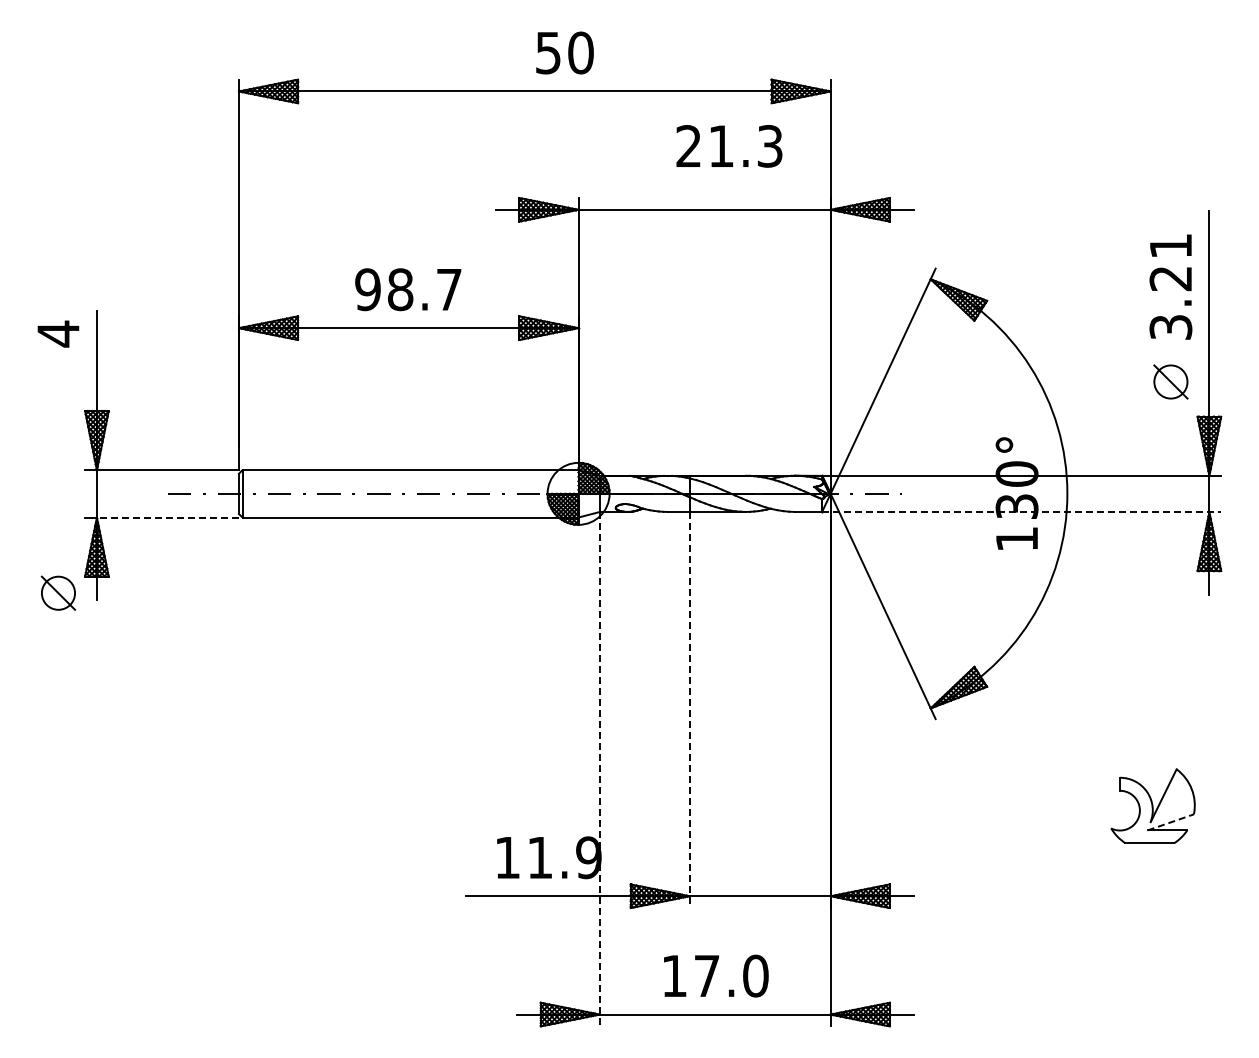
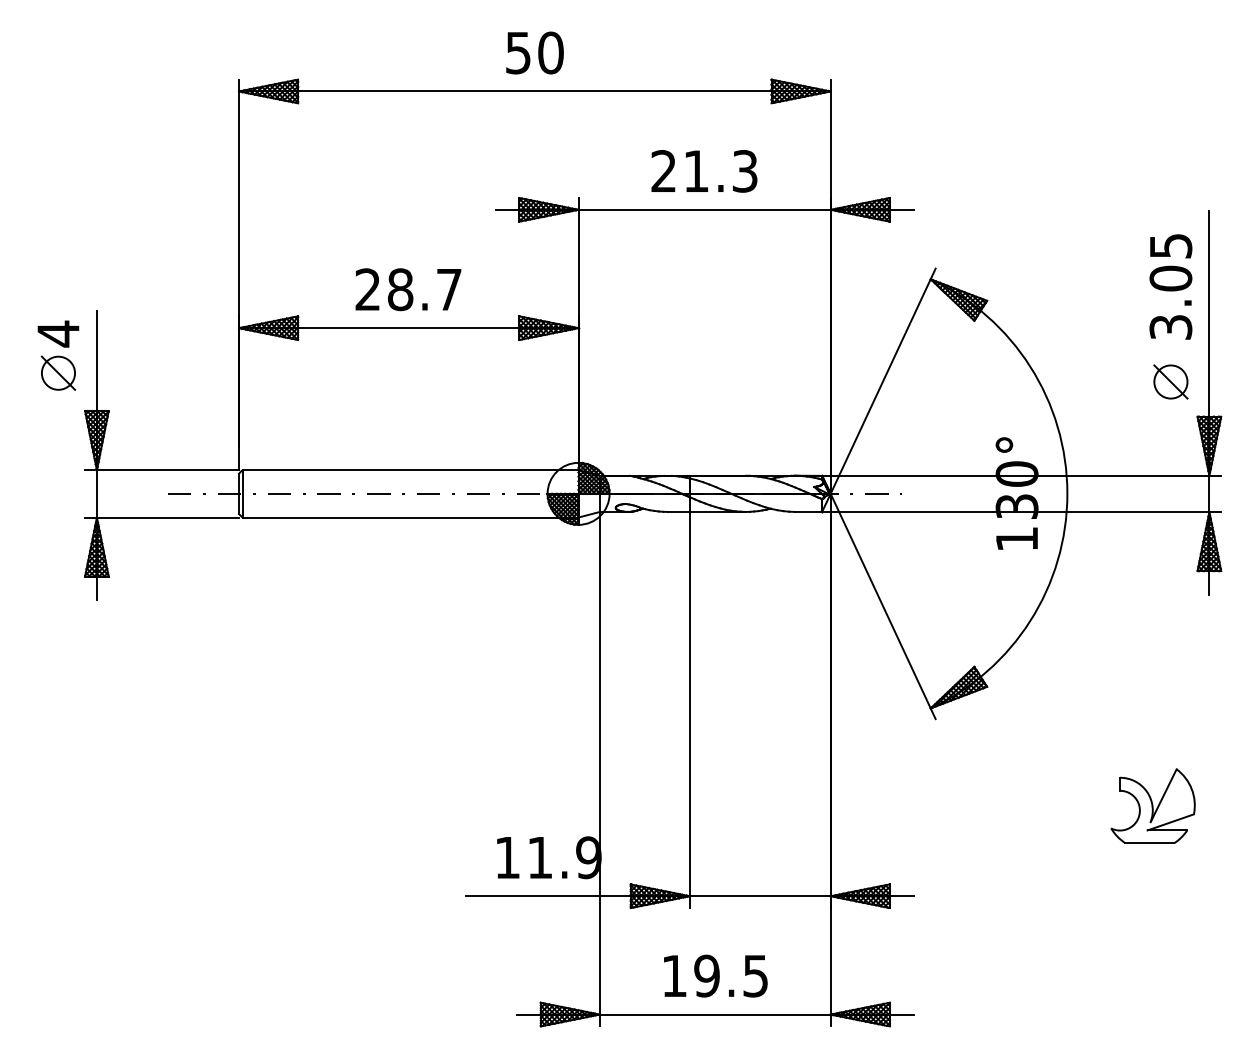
text at (564, 52) position: (564, 52) -> (534, 52)
text at (729, 146) position: (729, 146) -> (704, 171)
text at (1170, 262): 3.21 -> 3.05
text at (367, 289): 98.7 -> 28.7
line at (1022, 511): dashed -> solid
line at (167, 517): dashed -> solid
part at (58, 592) position: (58, 592) -> (58, 372)
line at (689, 710): dashed -> solid
line at (599, 769): dashed -> solid
line at (1170, 822): dashed -> solid
text at (731, 975): 17.0 -> 19.5
